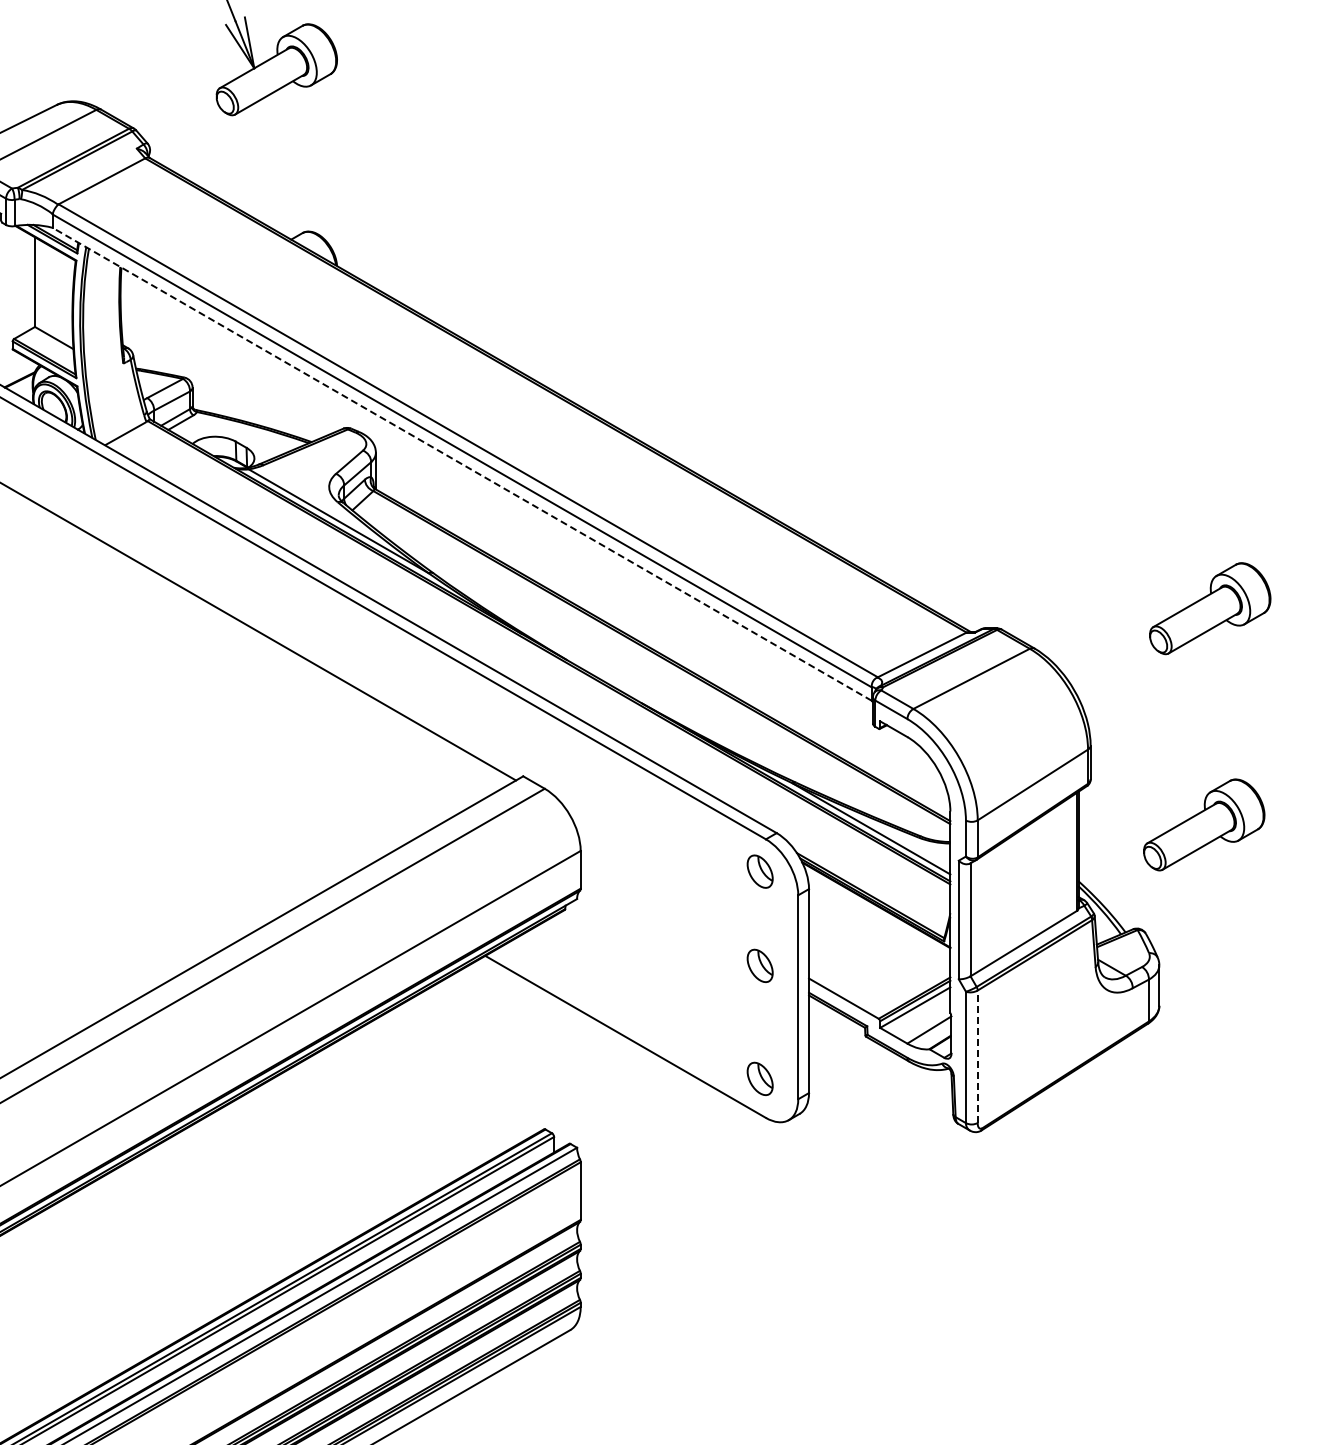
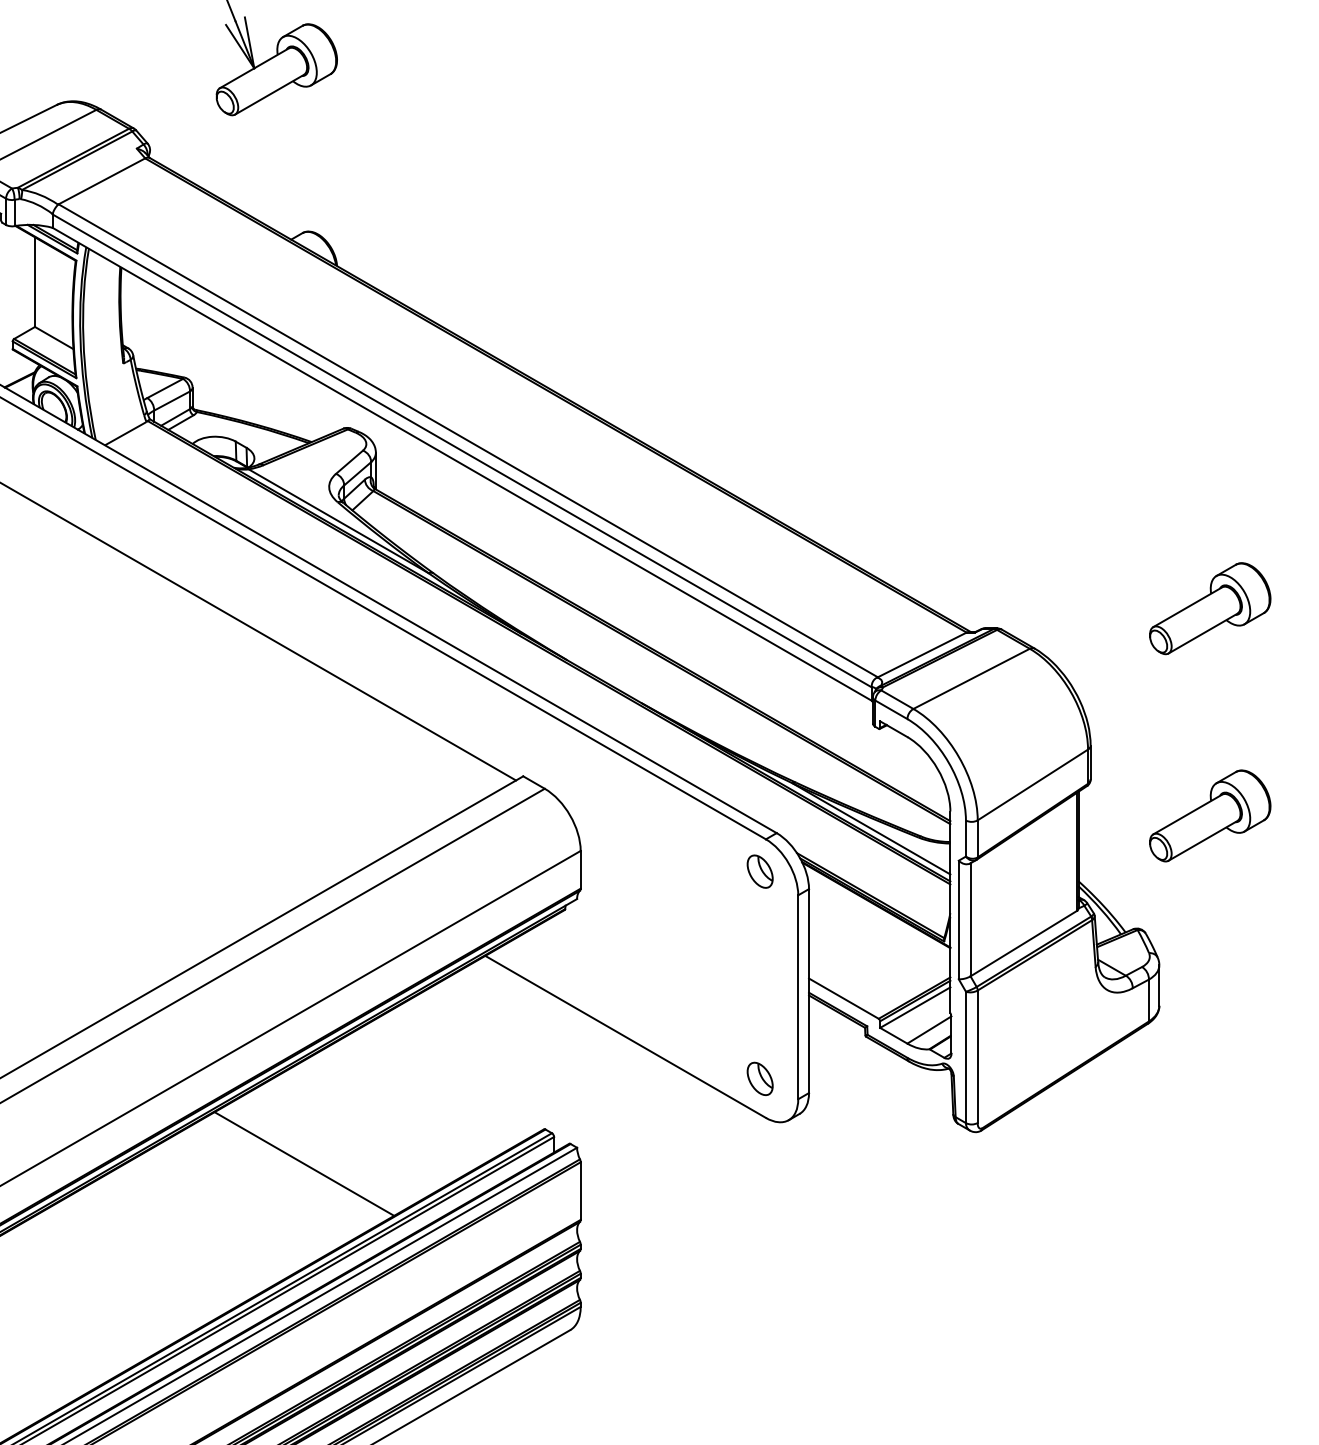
line at (462, 464): dashed -> solid
part at (1204, 824) position: (1204, 824) -> (1210, 815)
part at (759, 965): present -> none
line at (977, 1056): dashed -> solid
line at (304, 1163): none -> present
